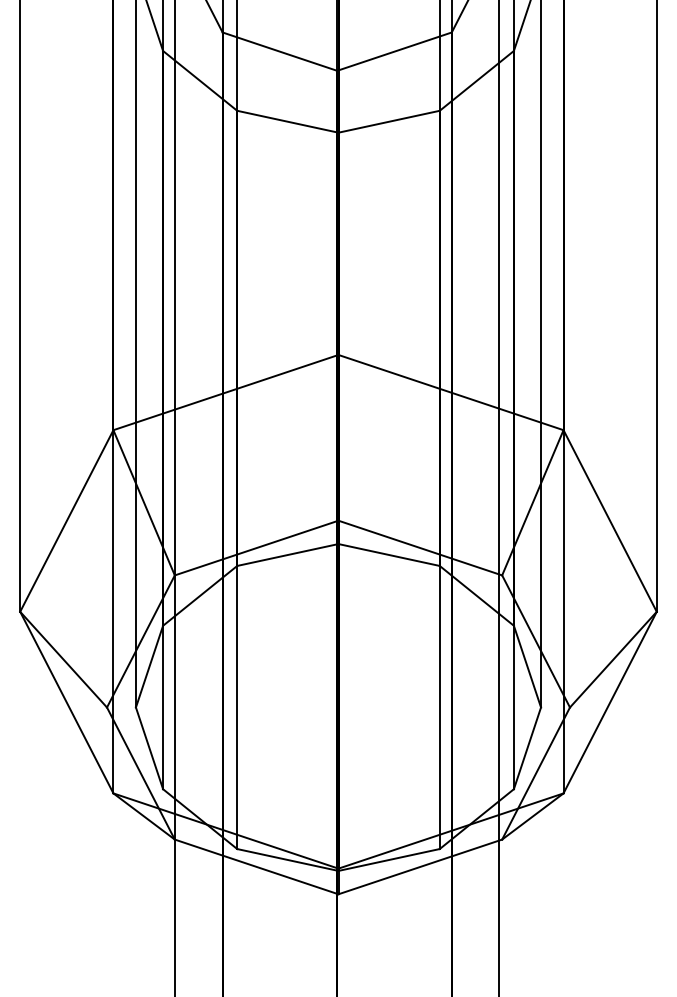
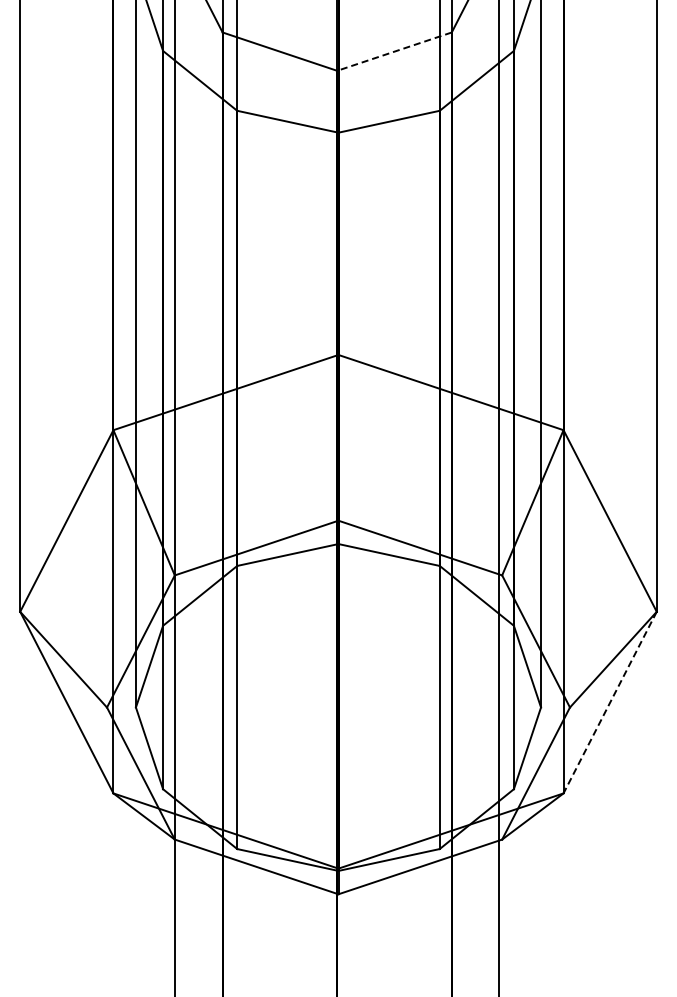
line at (394, 51): solid -> dashed
line at (609, 703): solid -> dashed
